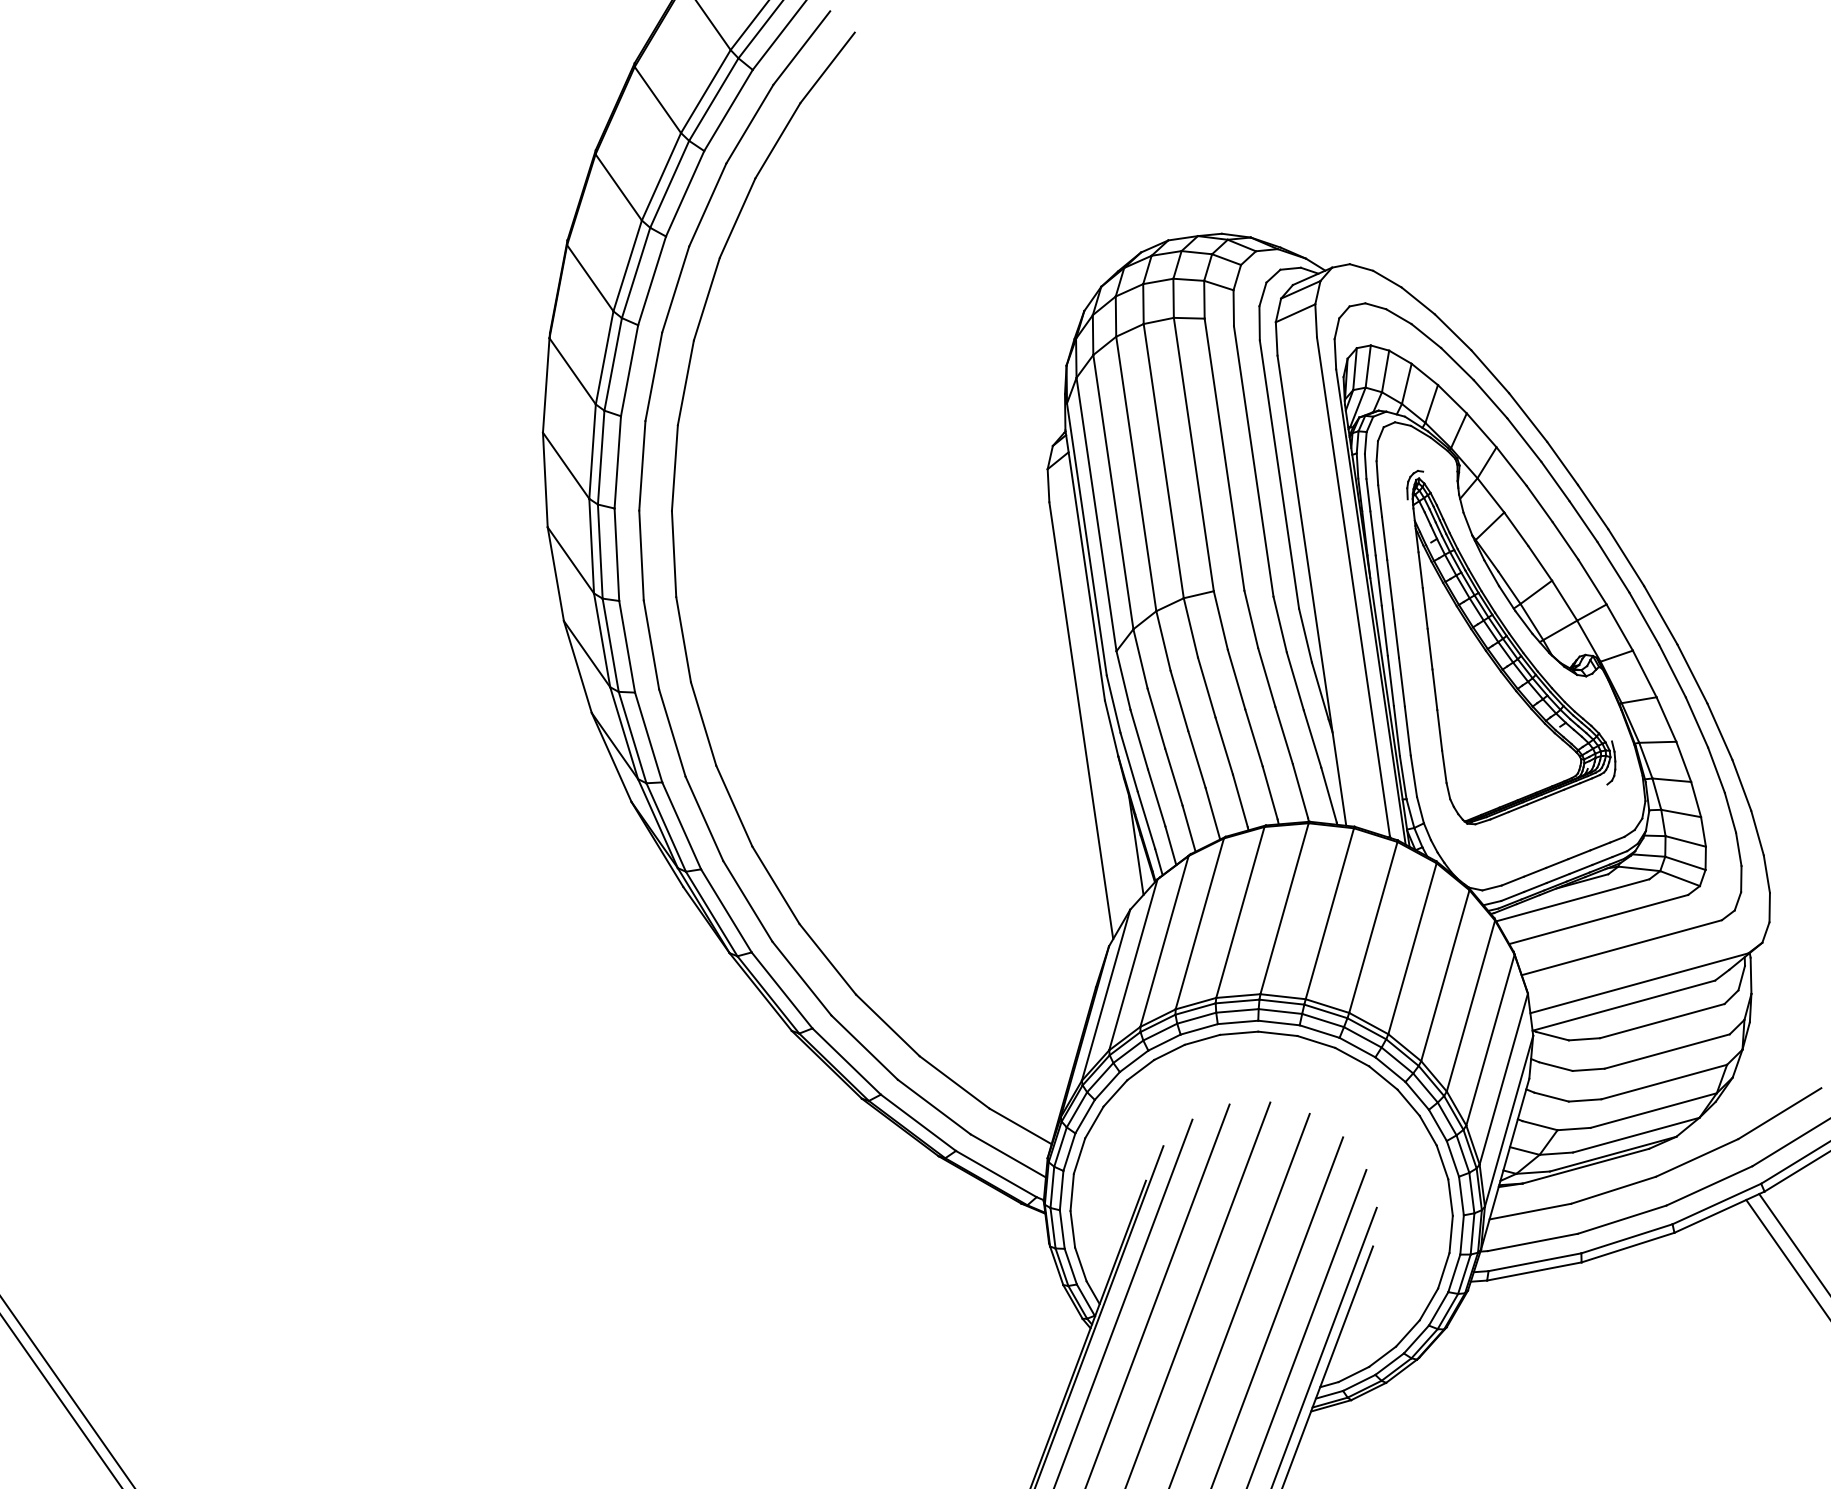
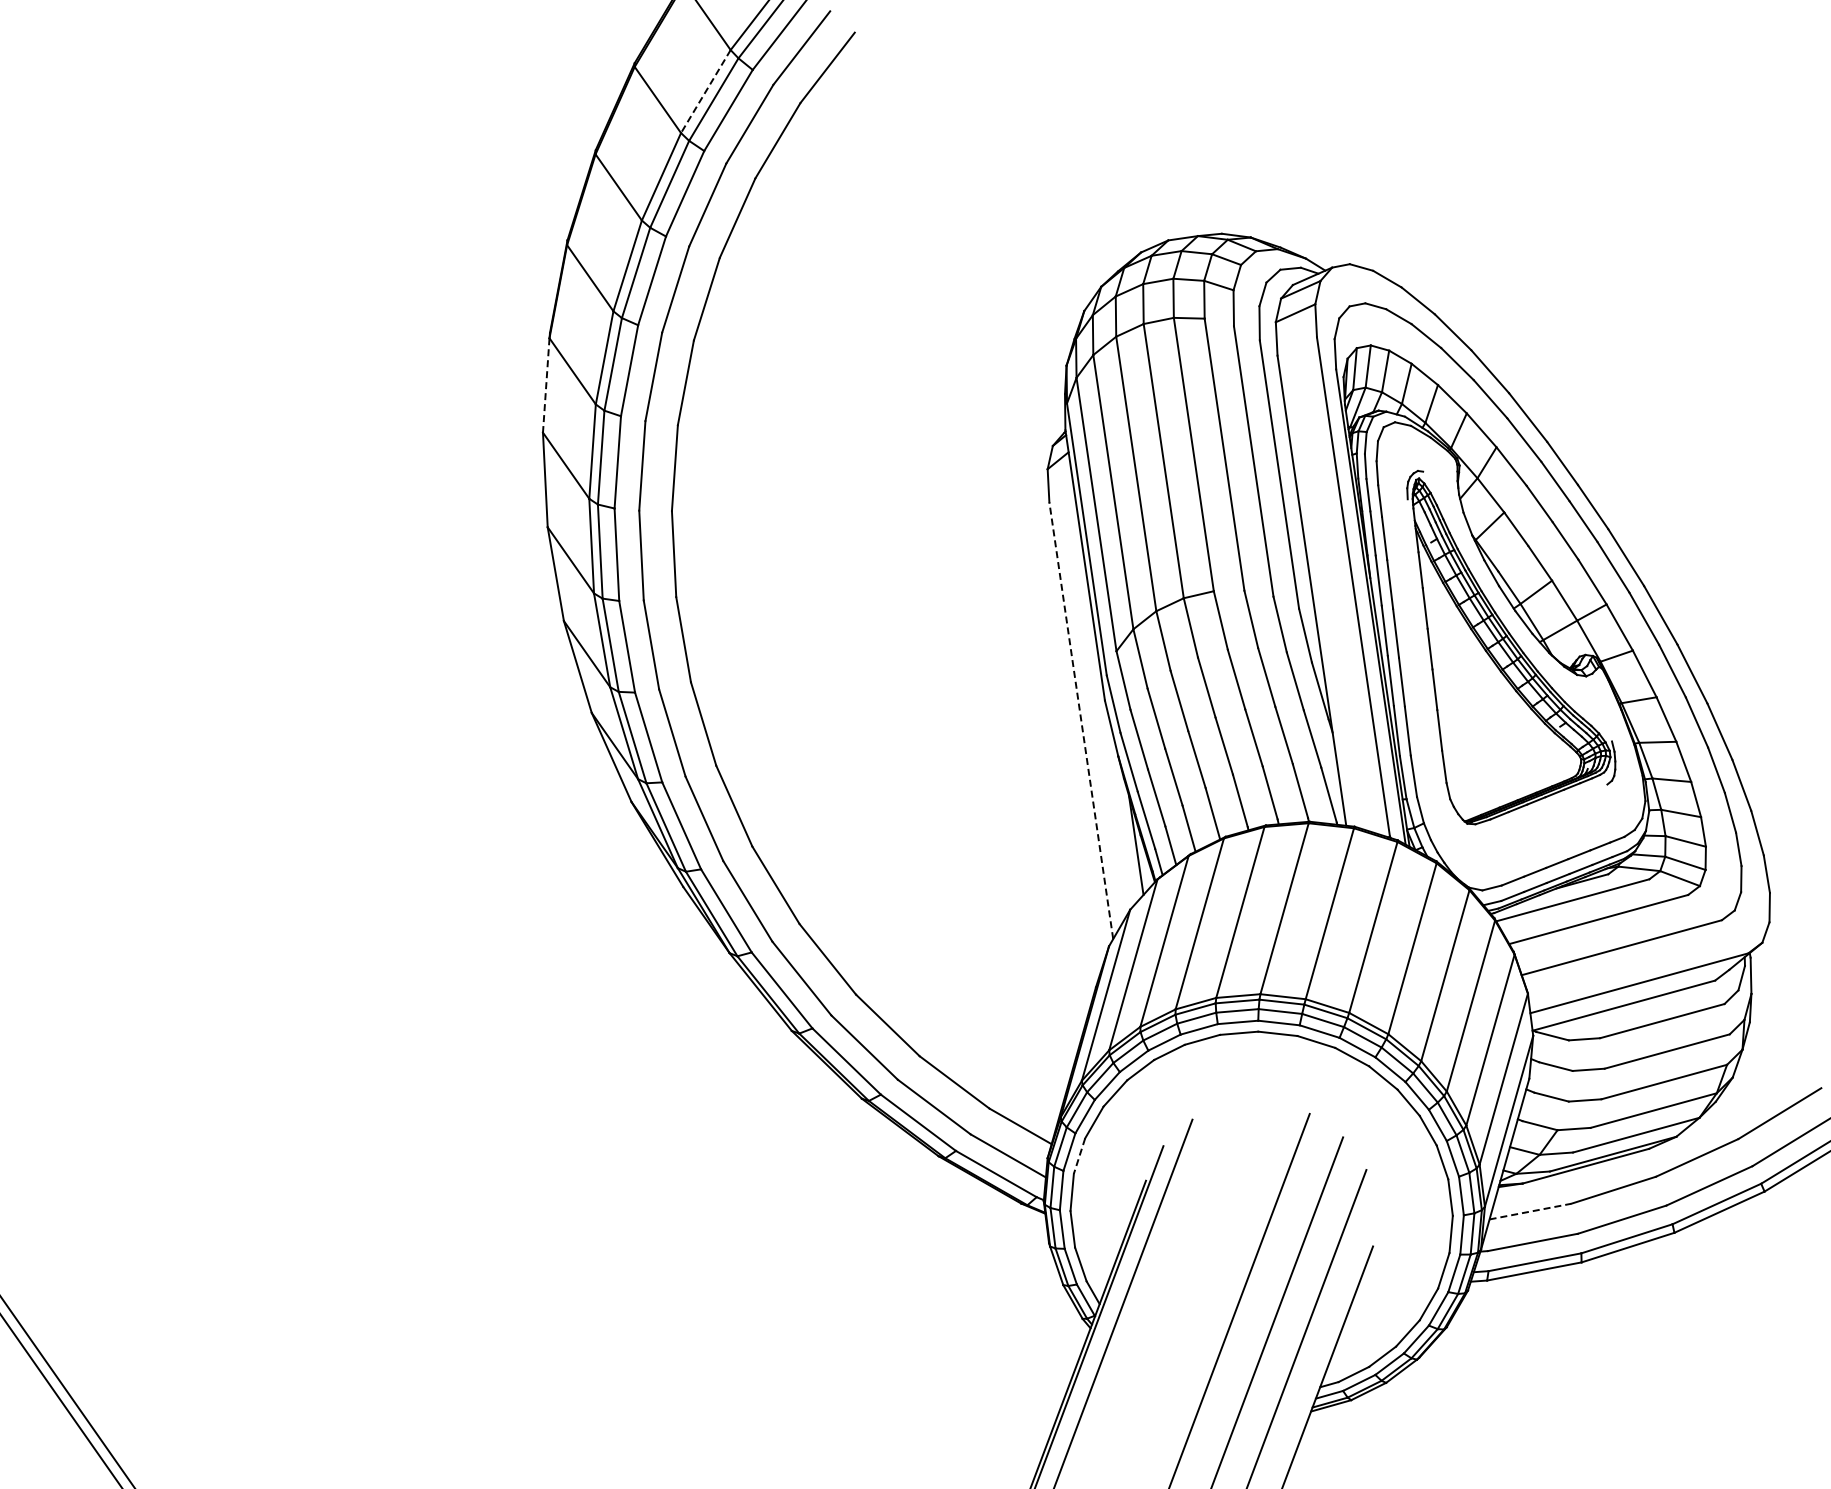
line at (705, 91): solid -> dashed
line at (546, 385): solid -> dashed
line at (1081, 720): solid -> dashed
line at (1079, 1156): solid -> dashed
line at (1530, 1211): solid -> dashed
line at (1793, 1242): present -> none
line at (1786, 1257): present -> none
line at (1198, 1293): present -> none
line at (1157, 1294): present -> none
line at (1324, 1346): present -> none
